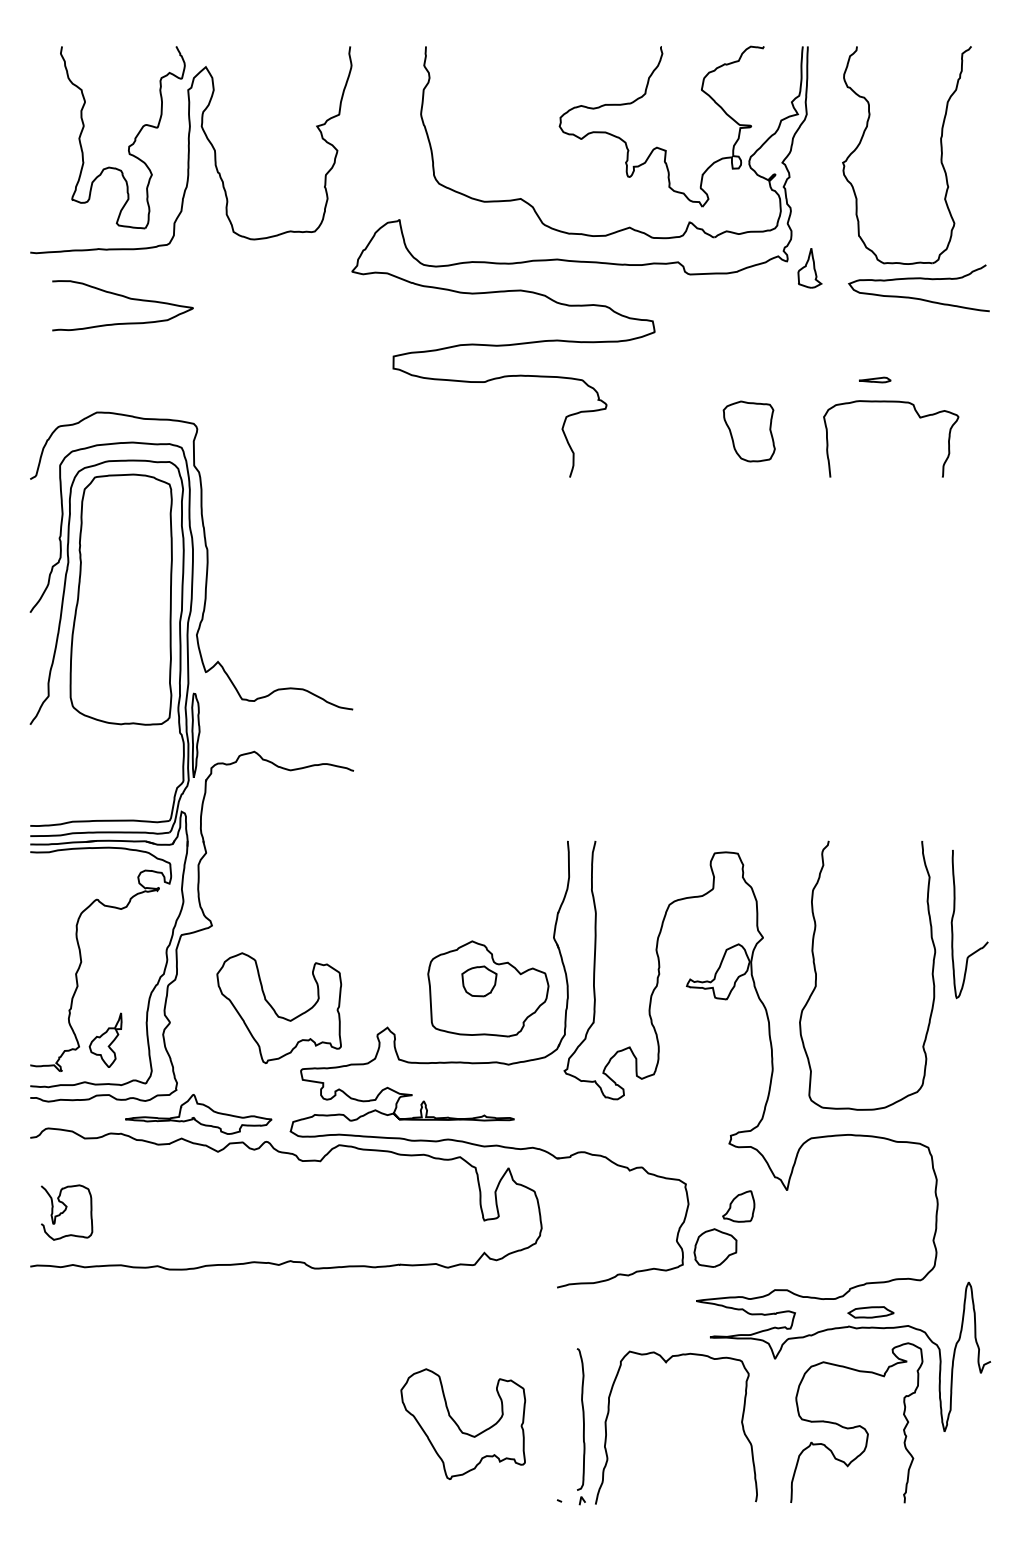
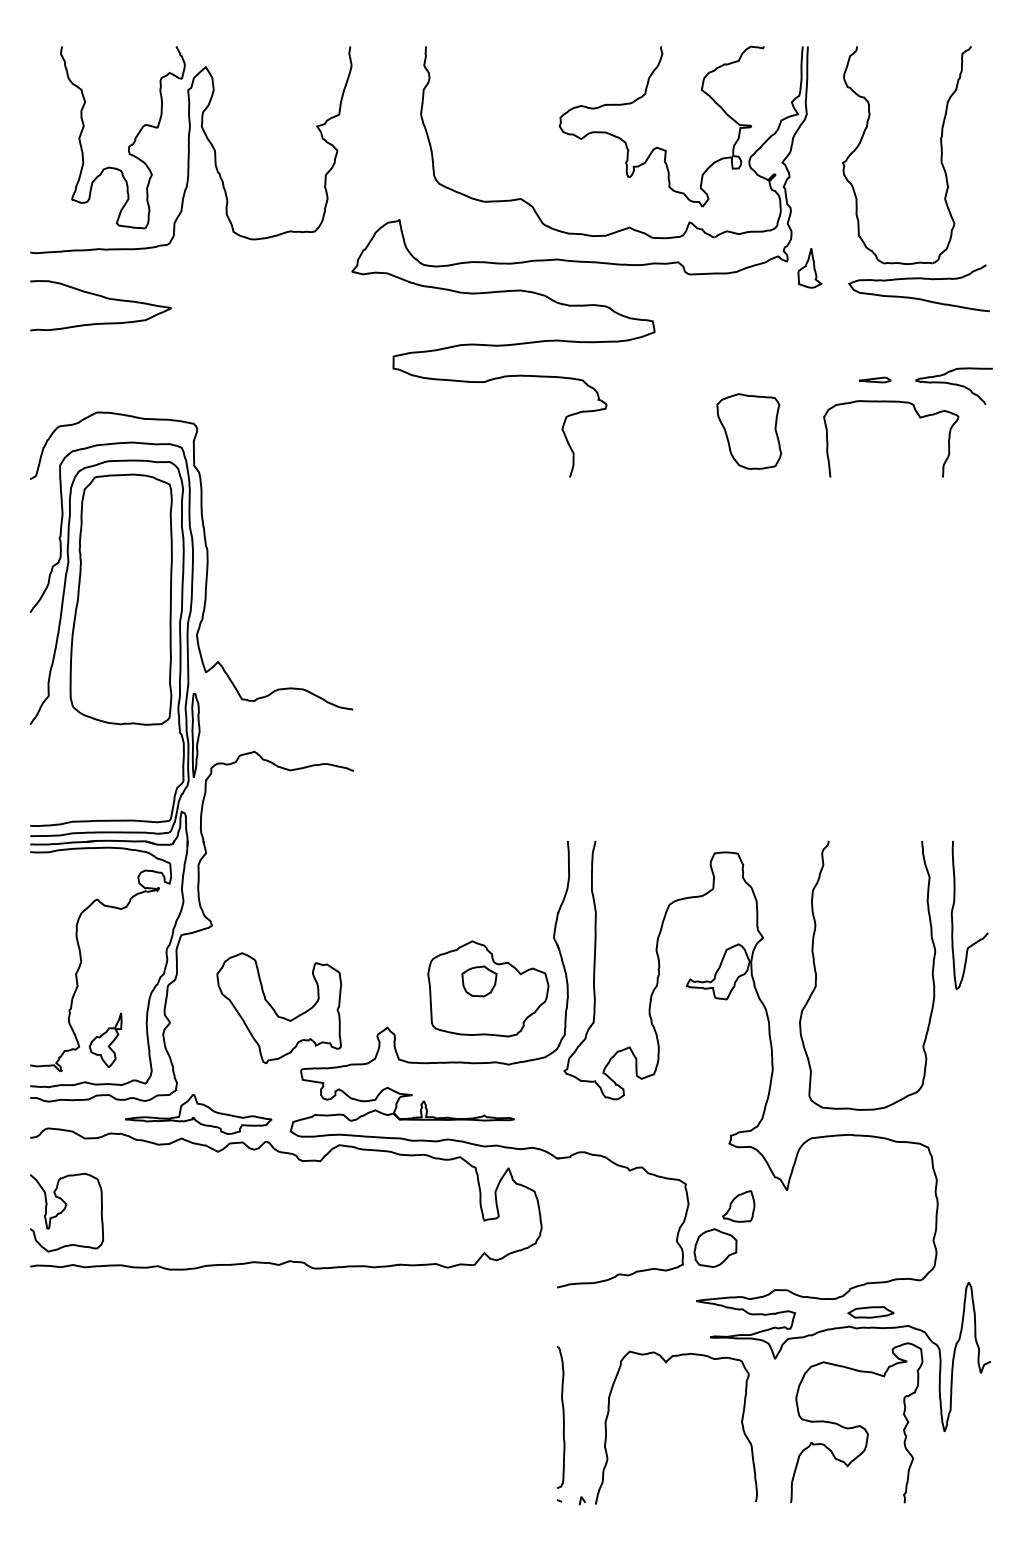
curve at (123, 297) position: (123, 297) -> (101, 297)
curve at (953, 385): none -> present
part at (748, 431) size: 54x63 px -> 67x77 px
curve at (953, 919) position: (953, 919) -> (953, 910)
part at (66, 1212) size: 54x57 px -> 76x81 px
curve at (582, 1419) position: (582, 1419) -> (562, 1417)
part at (463, 1424): present -> none
